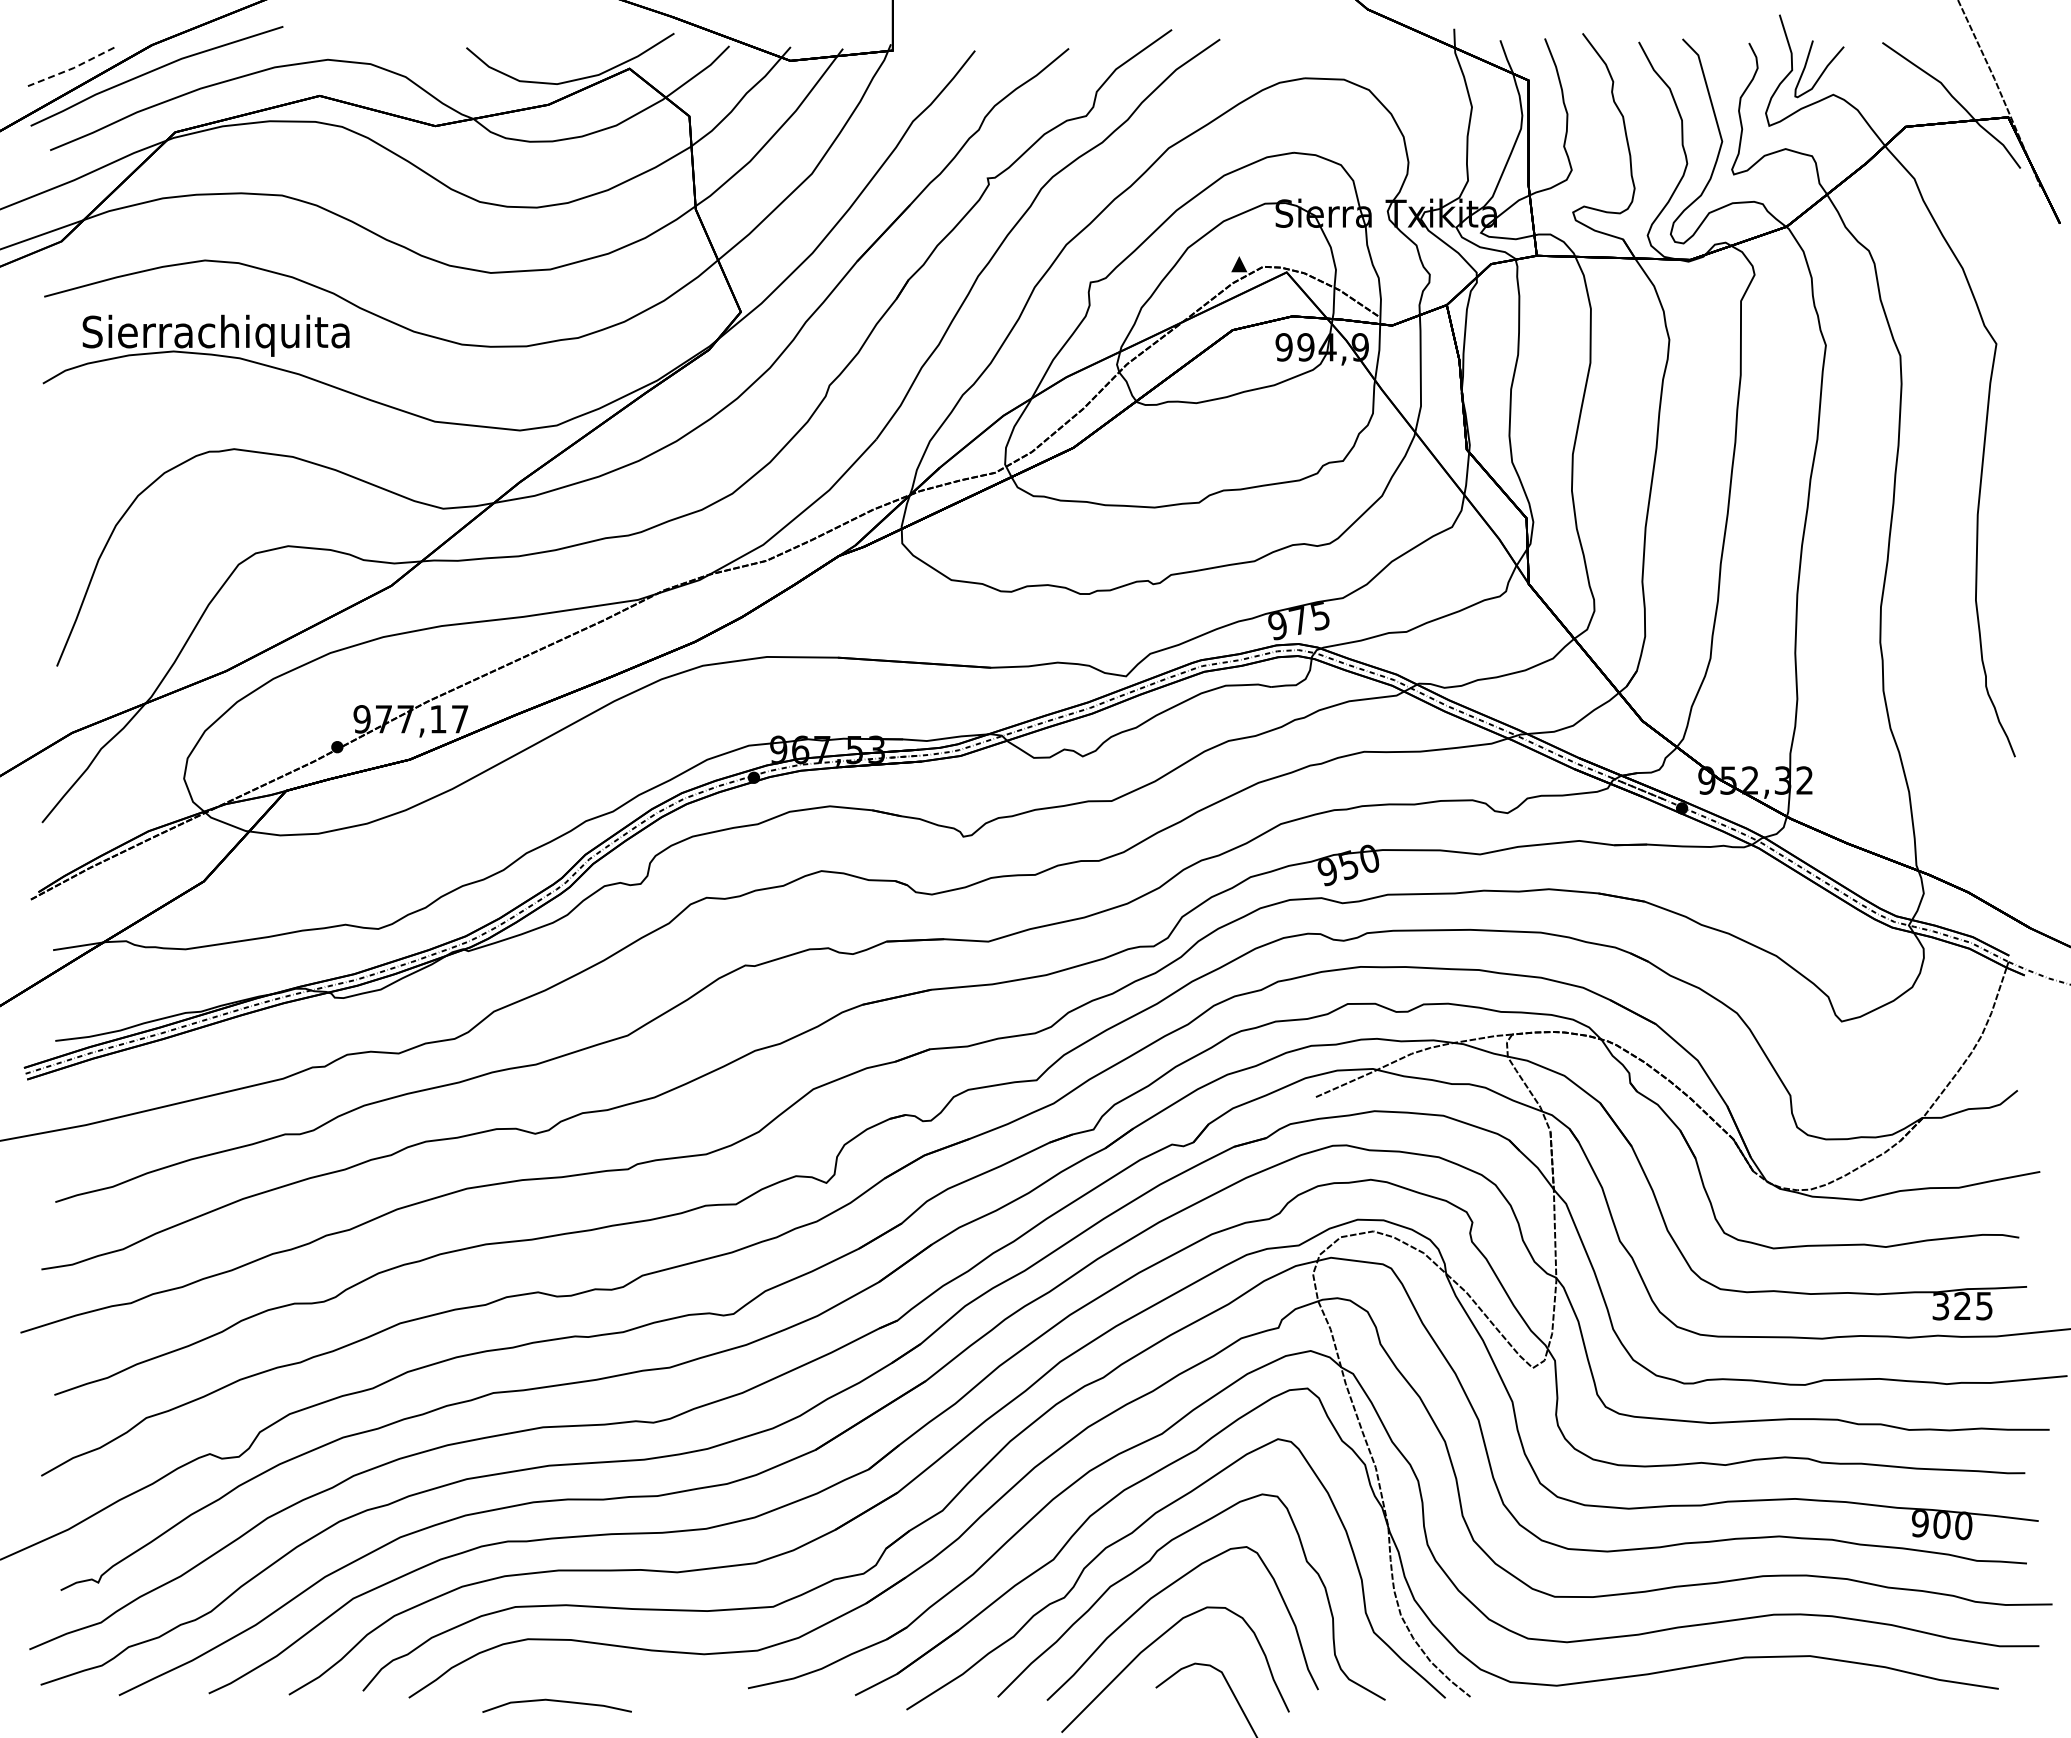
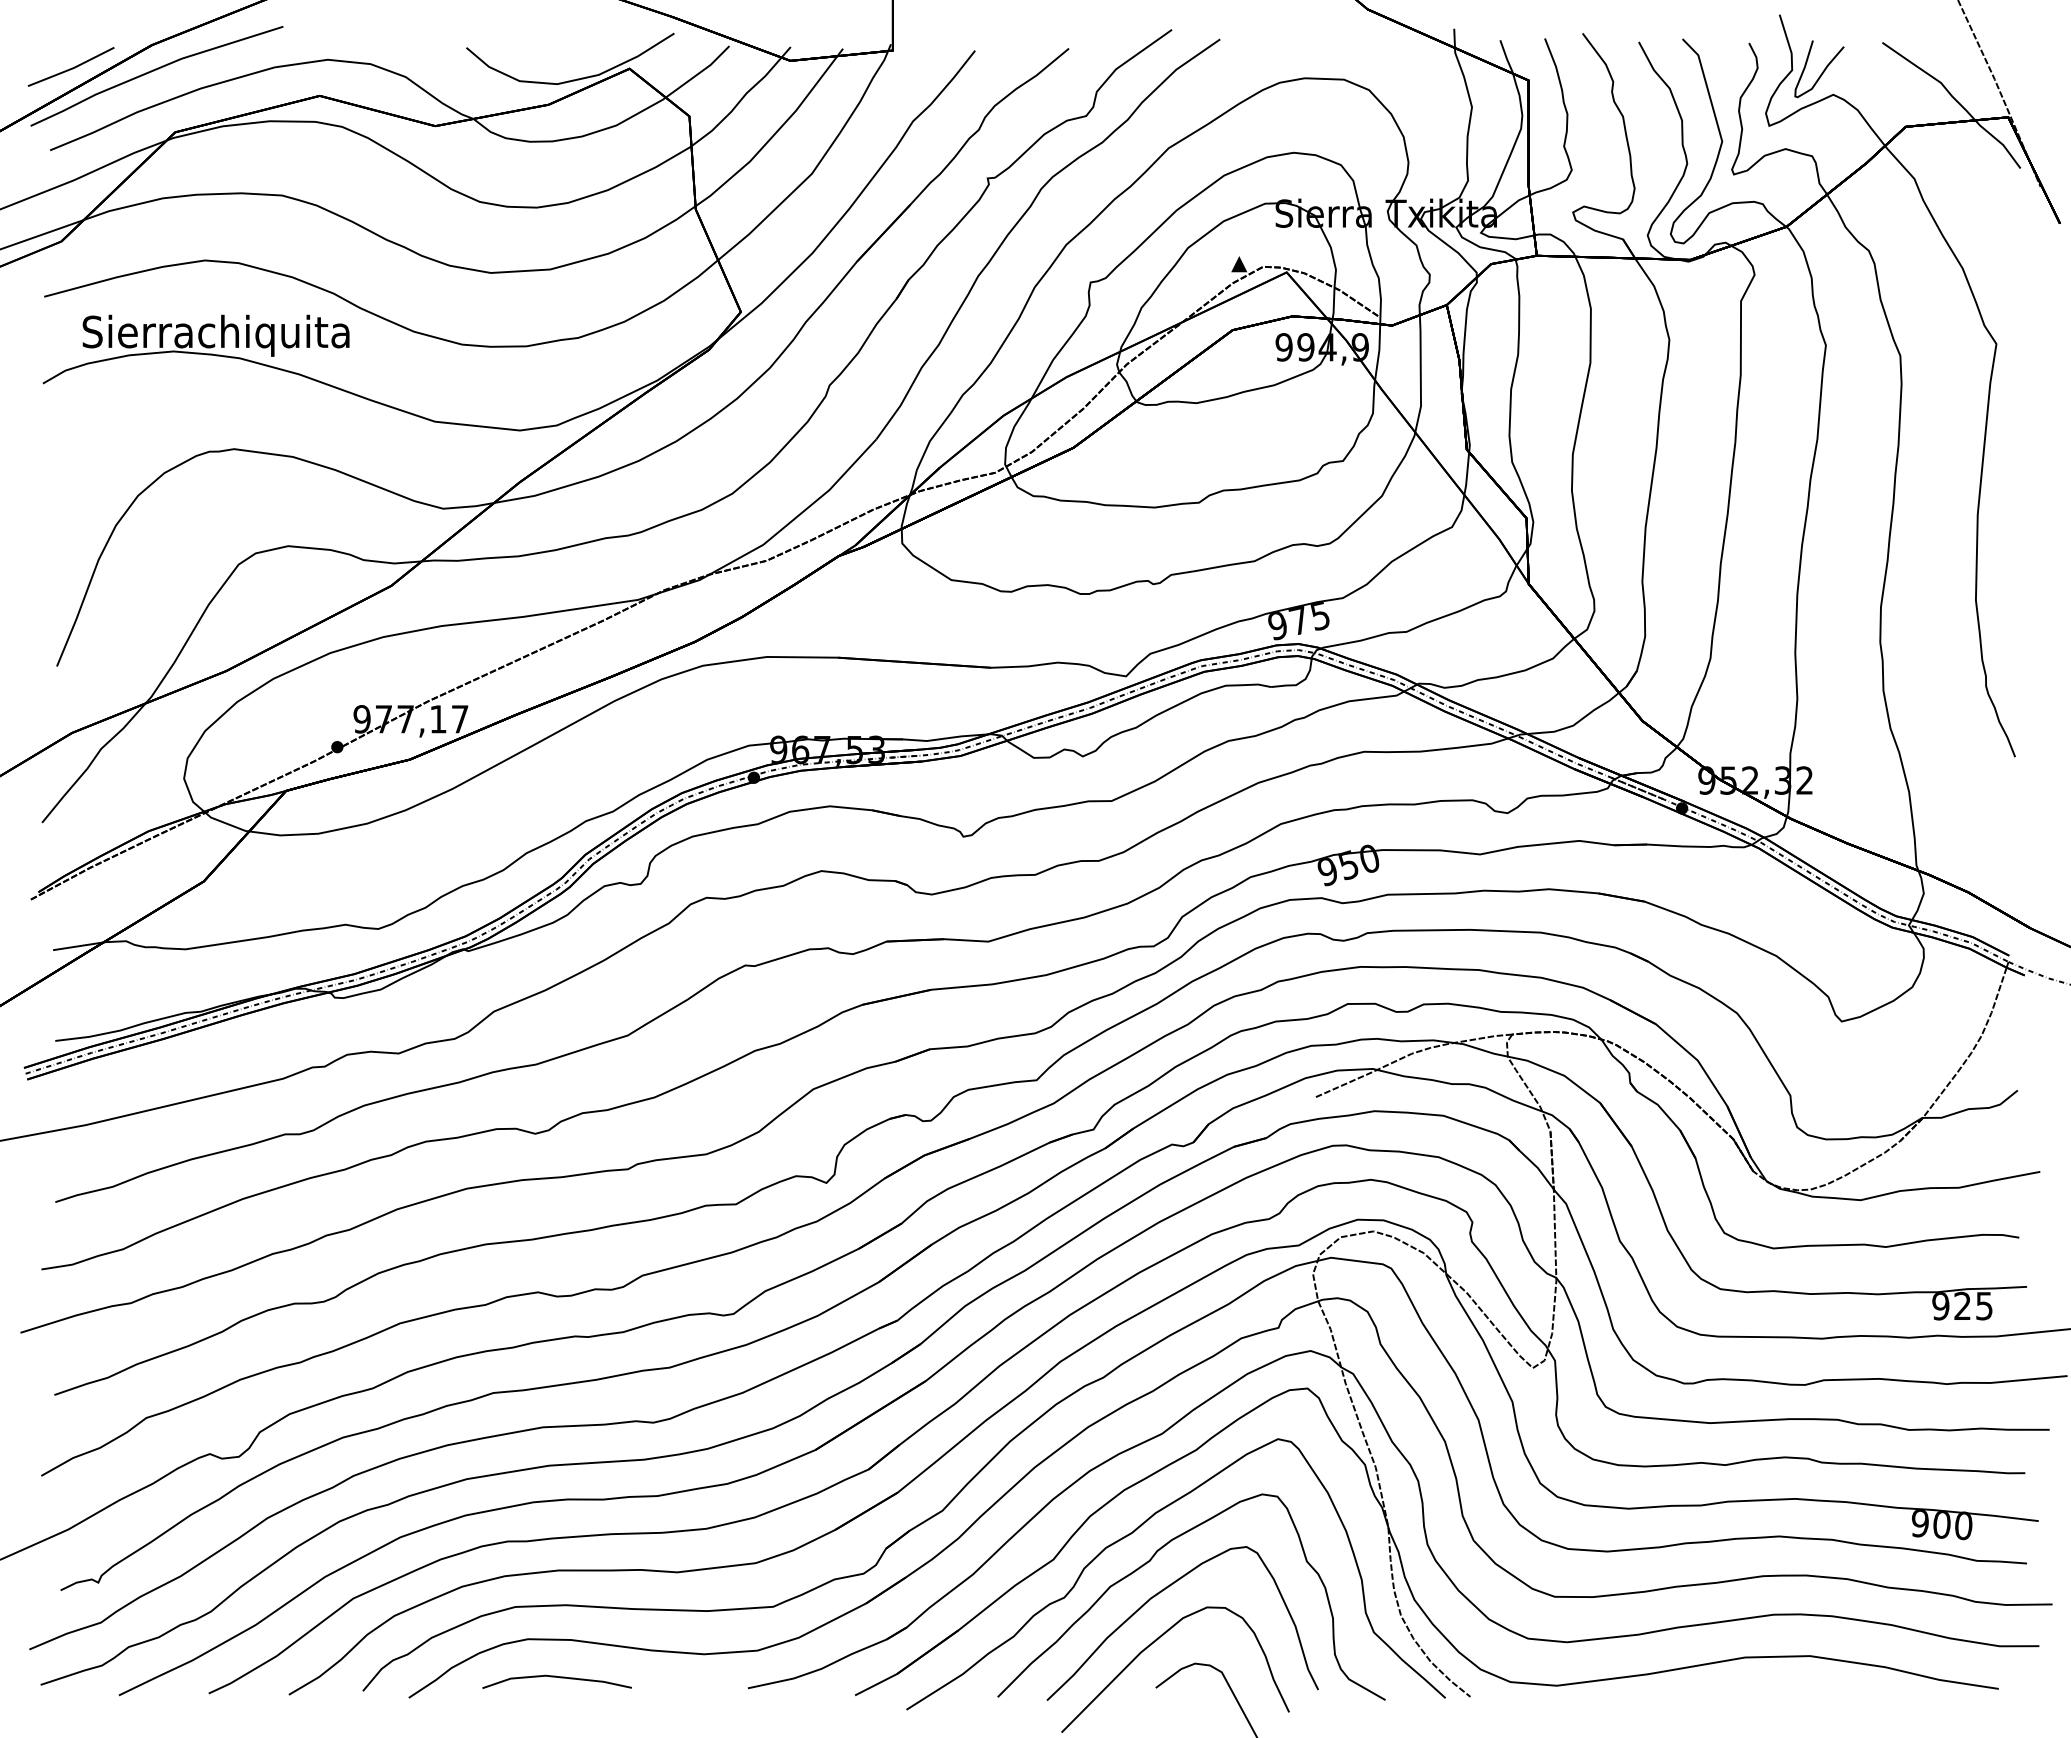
line at (72, 68): dashed -> solid
text at (1940, 1306): 325 -> 925
curve at (556, 1701) position: (556, 1701) -> (556, 1677)
